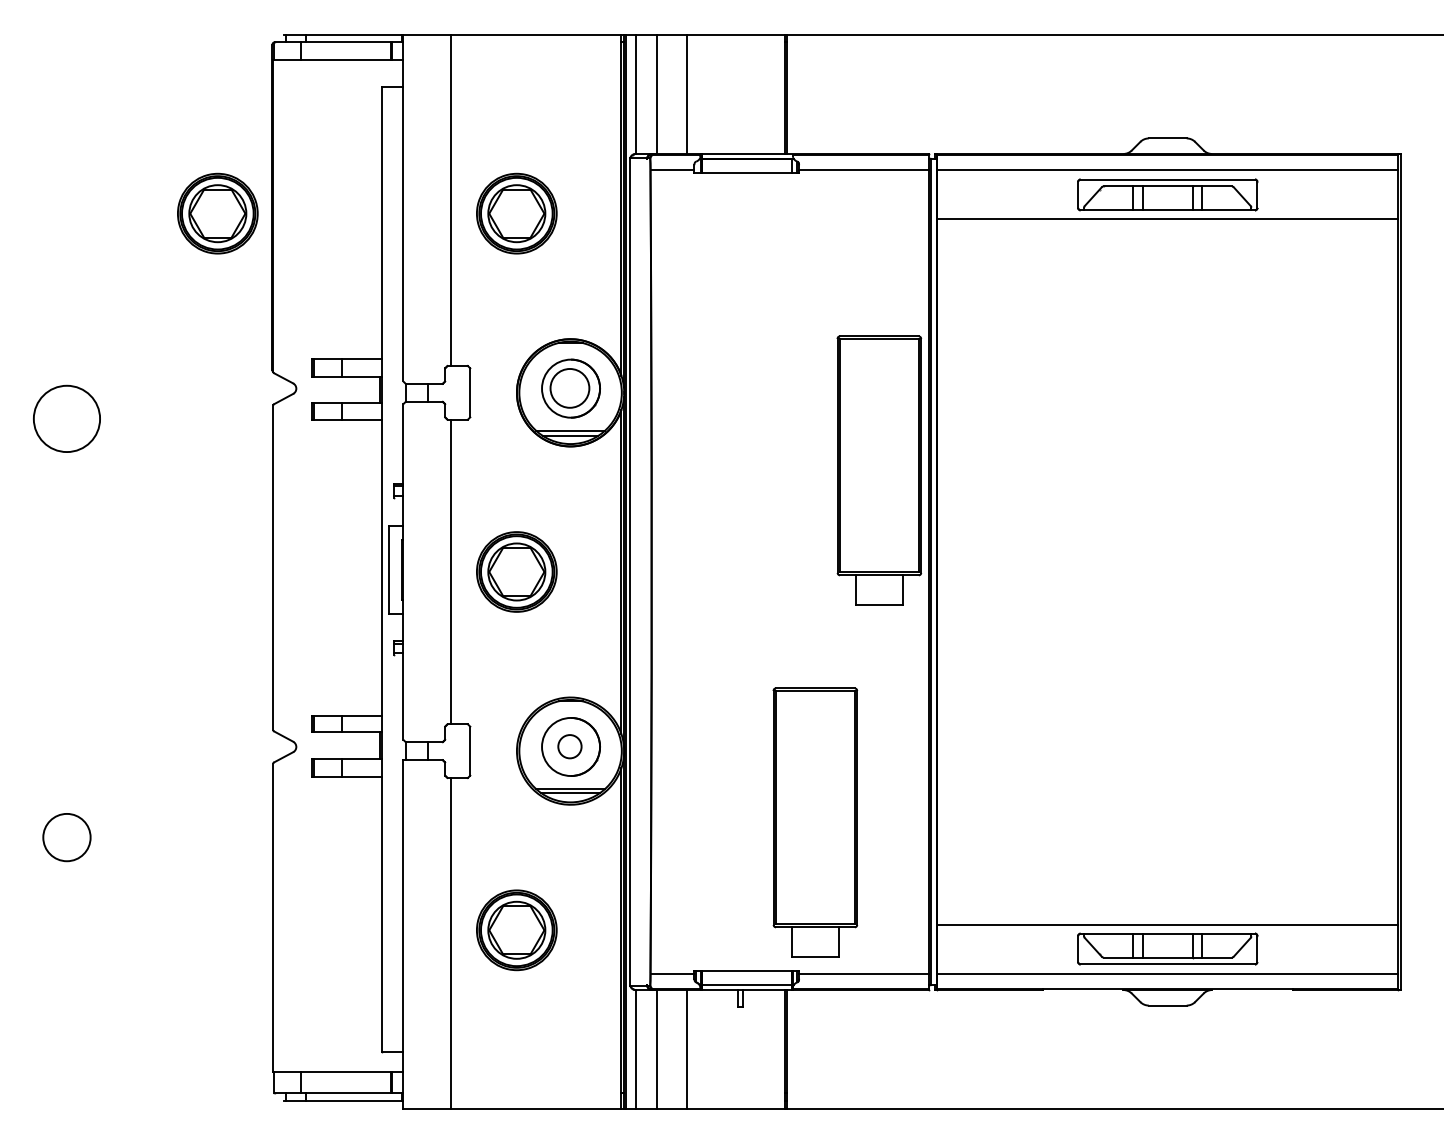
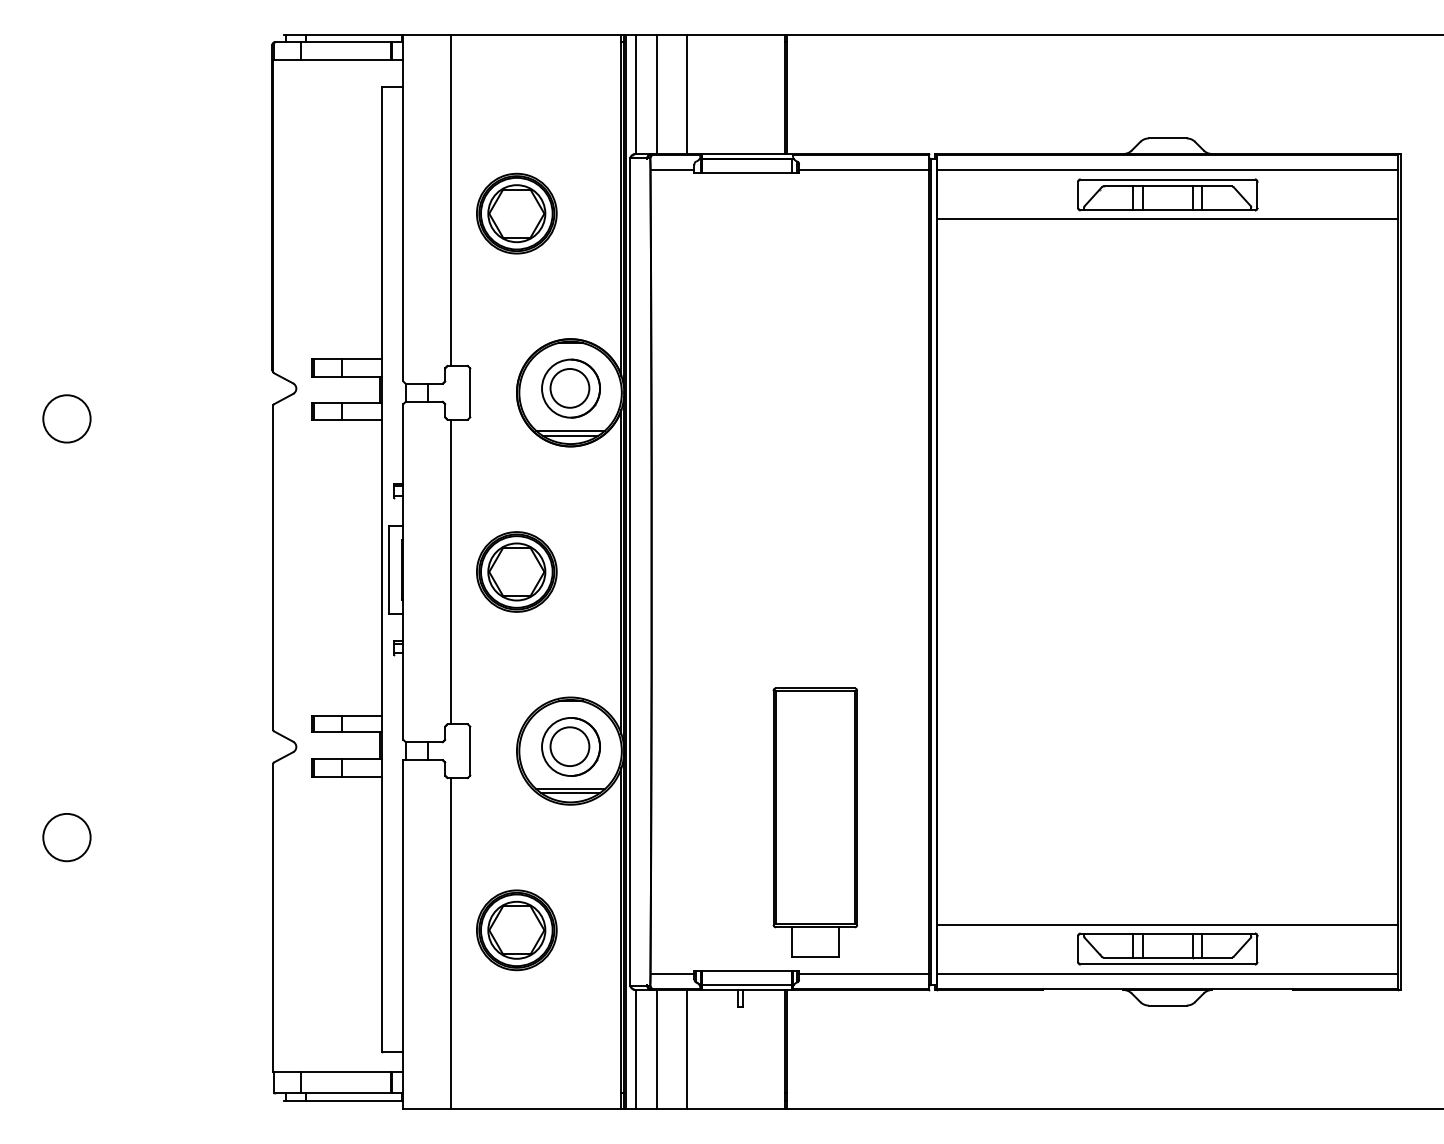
part at (217, 213): present -> none
circle at (66, 418) diameter: 66 px -> 47 px
part at (879, 470): present -> none
circle at (569, 746) diameter: 23 px -> 39 px
